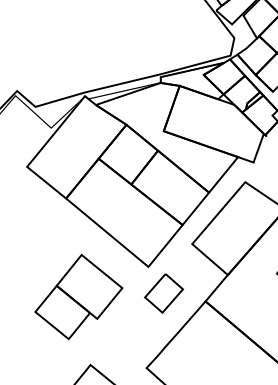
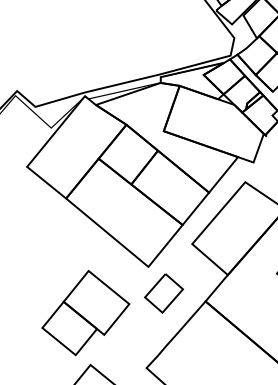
part at (78, 296) position: (78, 296) -> (85, 312)
